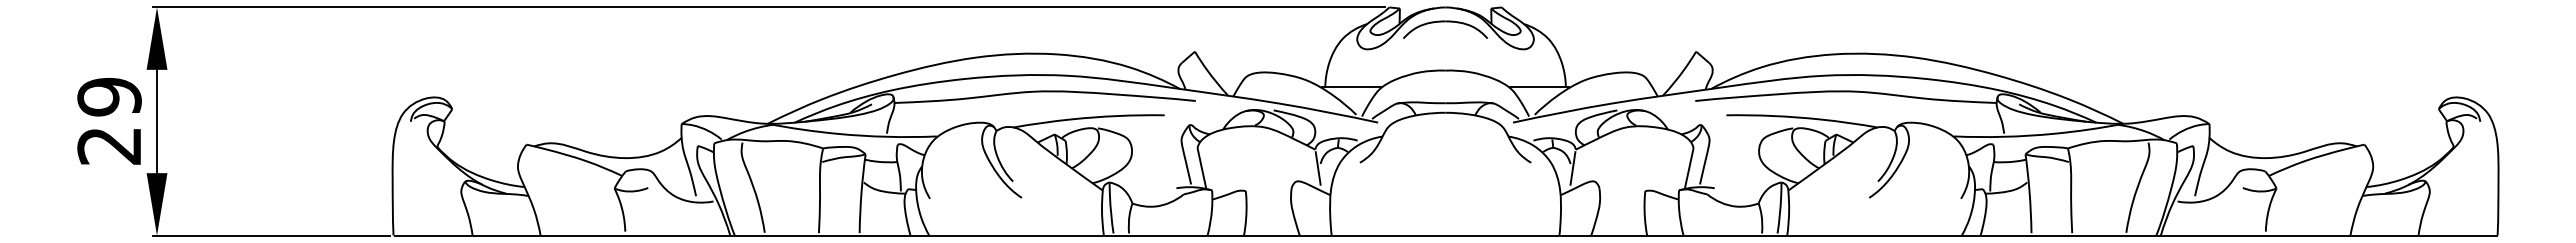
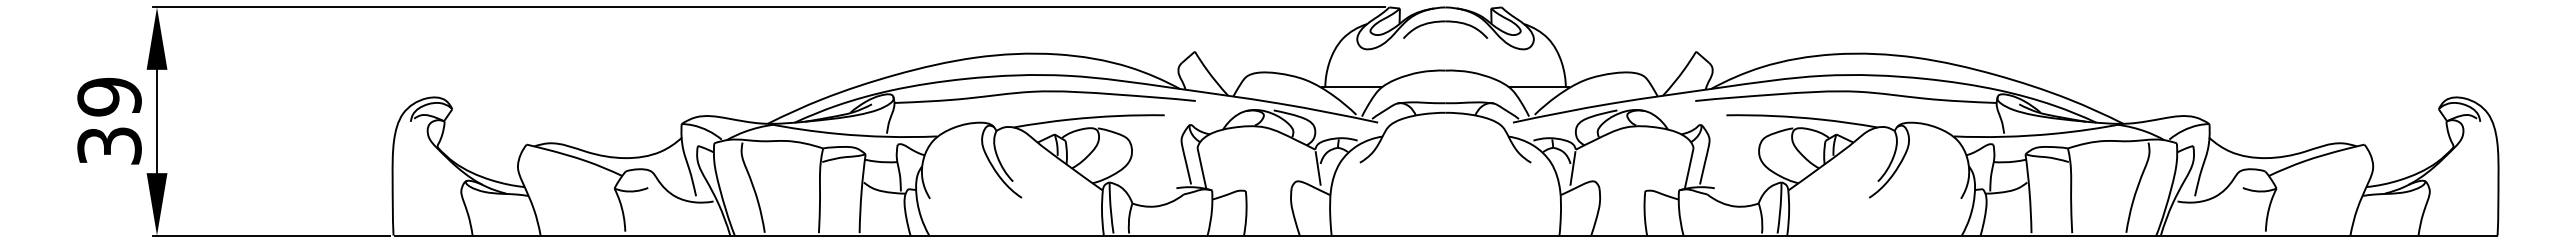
text at (109, 145): 29 -> 39
